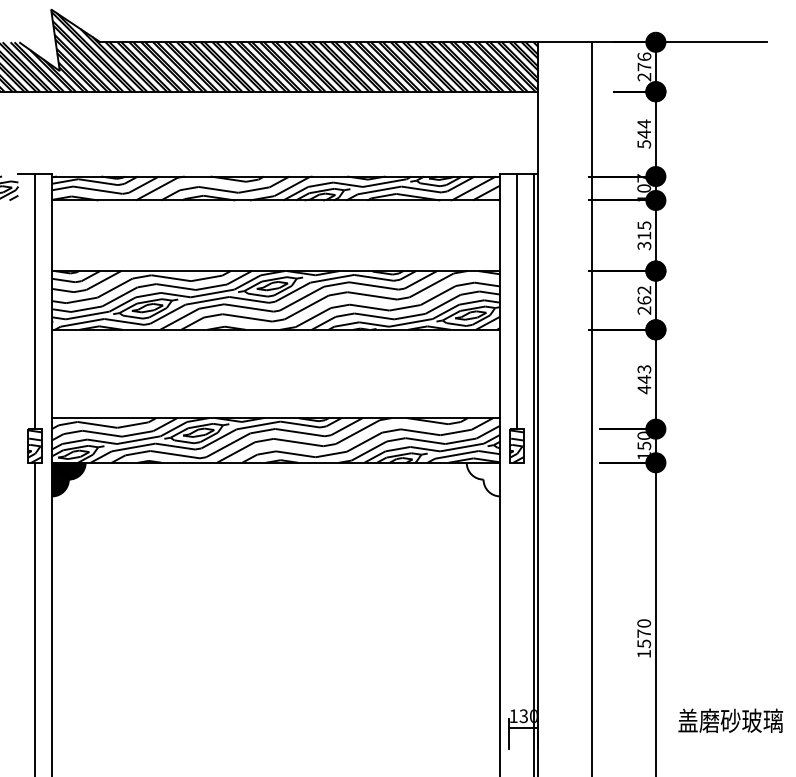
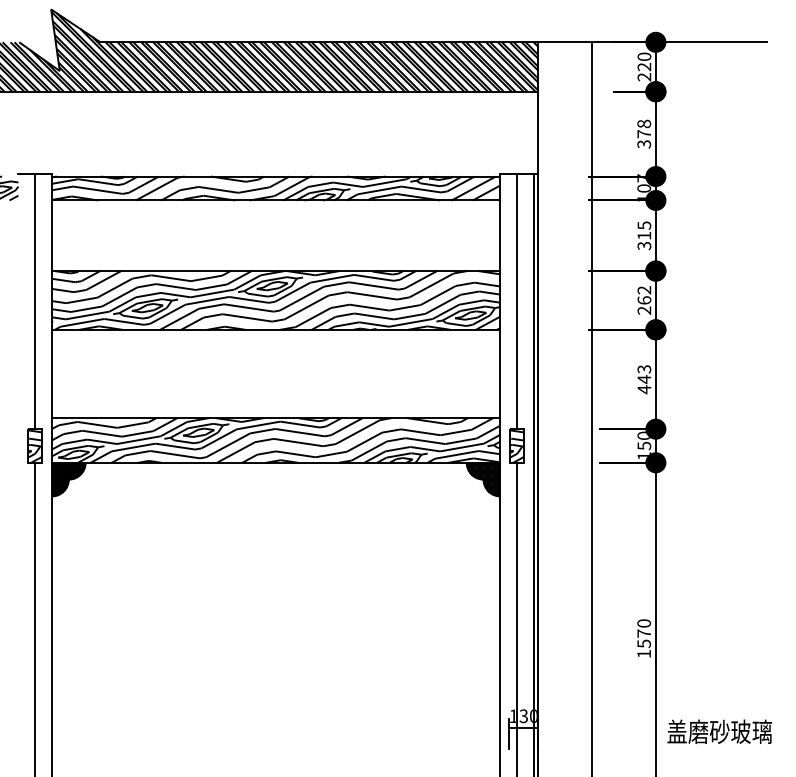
text at (644, 61): 276 -> 220
text at (644, 133): 544 -> 378
hatch at (483, 479): none -> present
line at (517, 617): none -> present
text at (730, 720) position: (730, 720) -> (719, 731)
